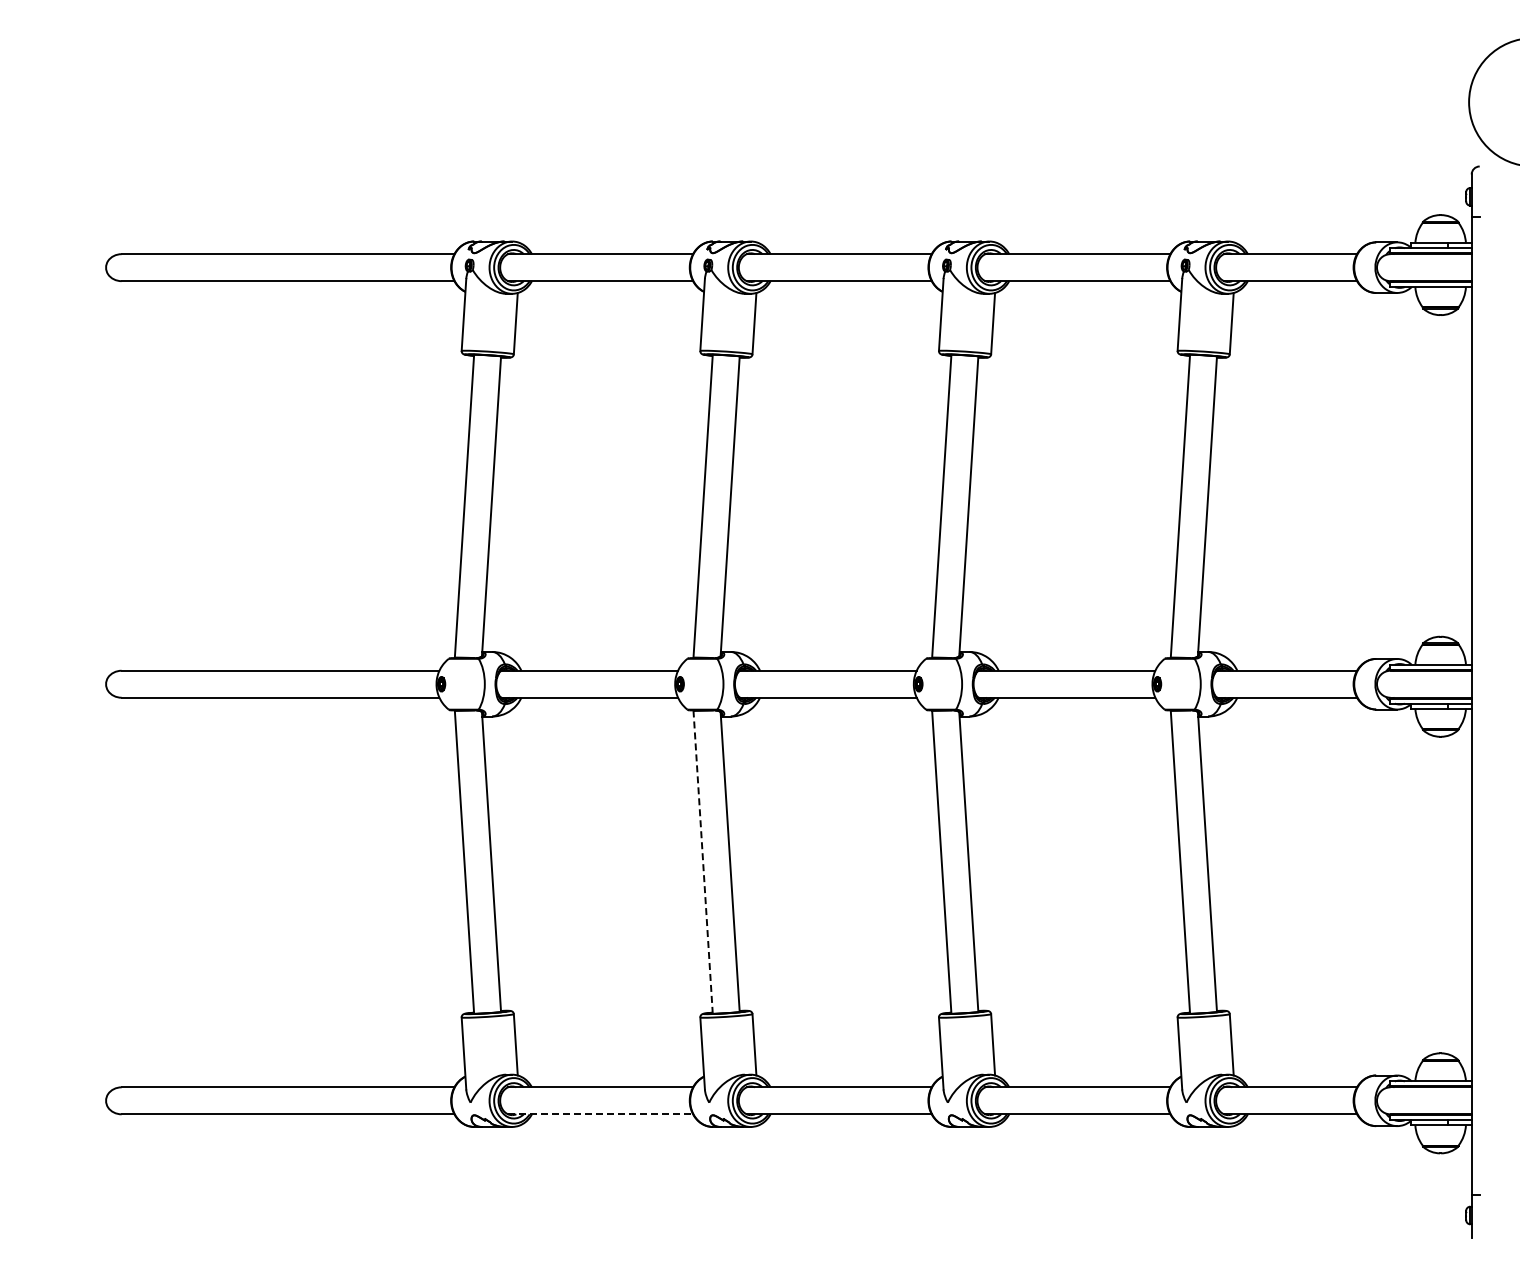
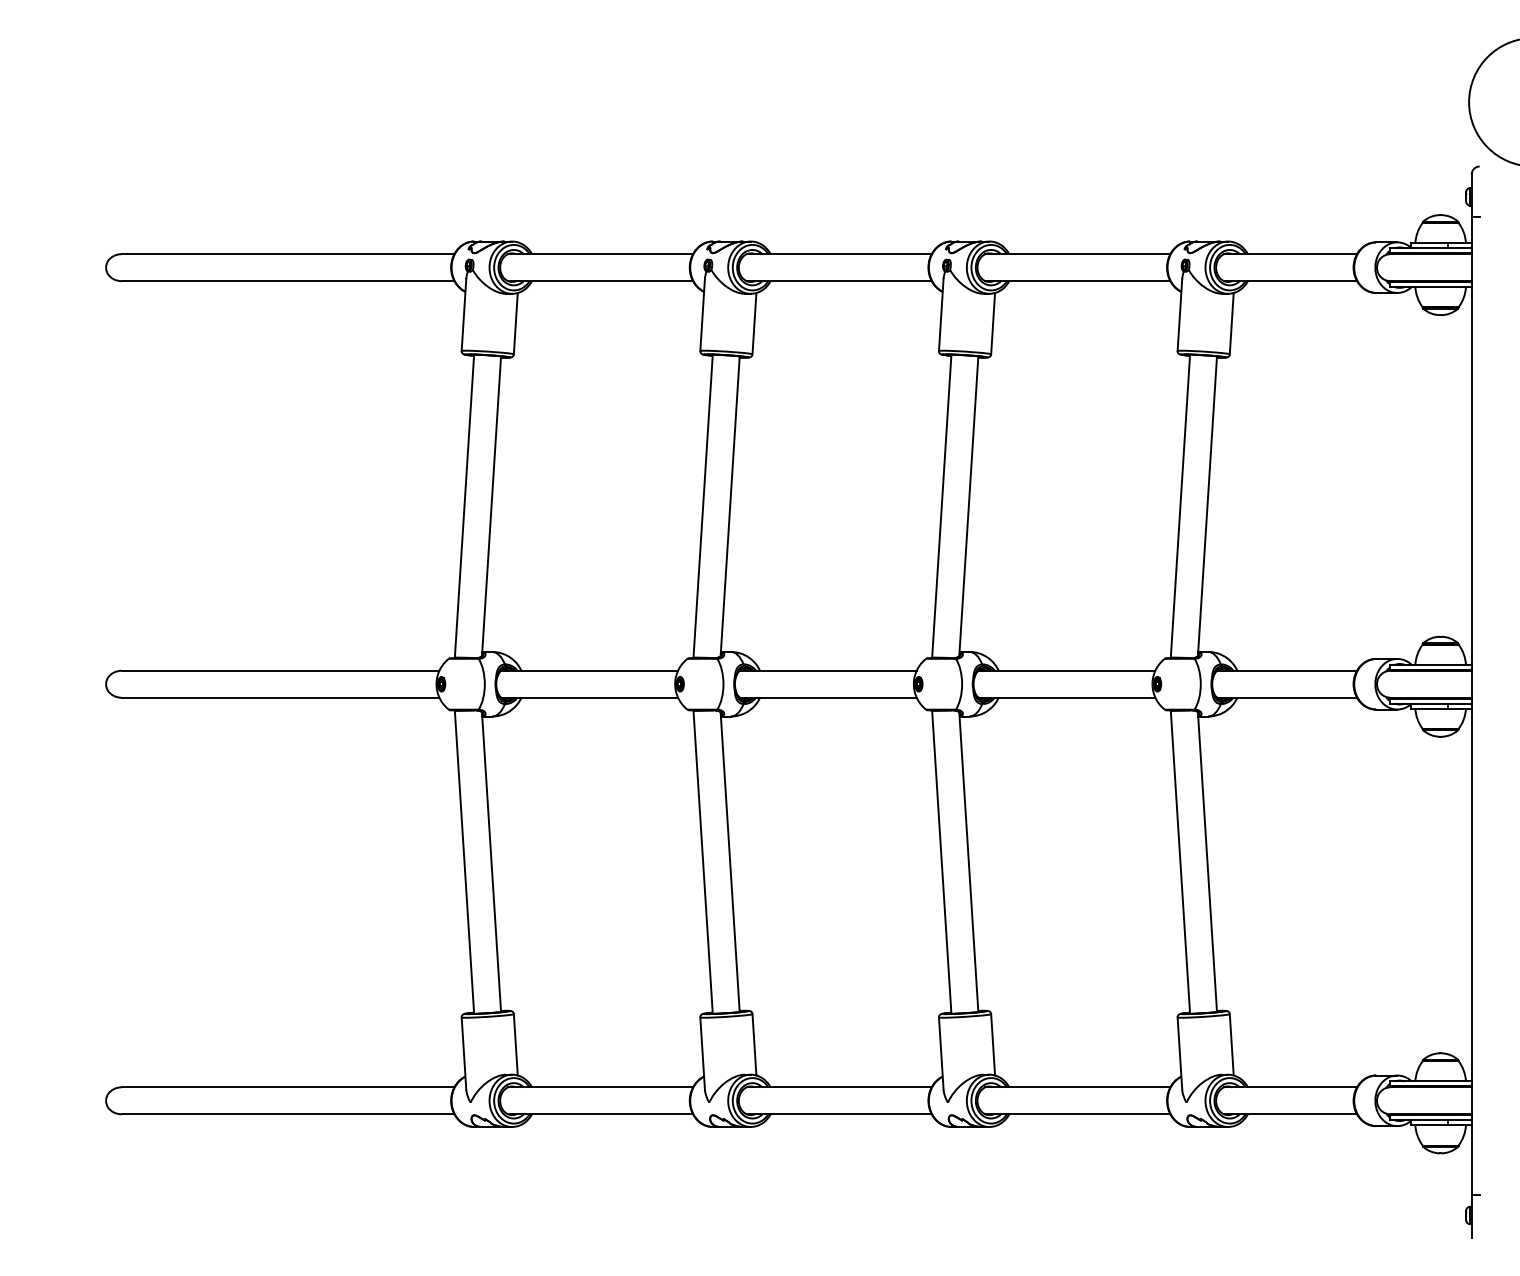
line at (703, 862): dashed -> solid
line at (601, 1114): dashed -> solid
